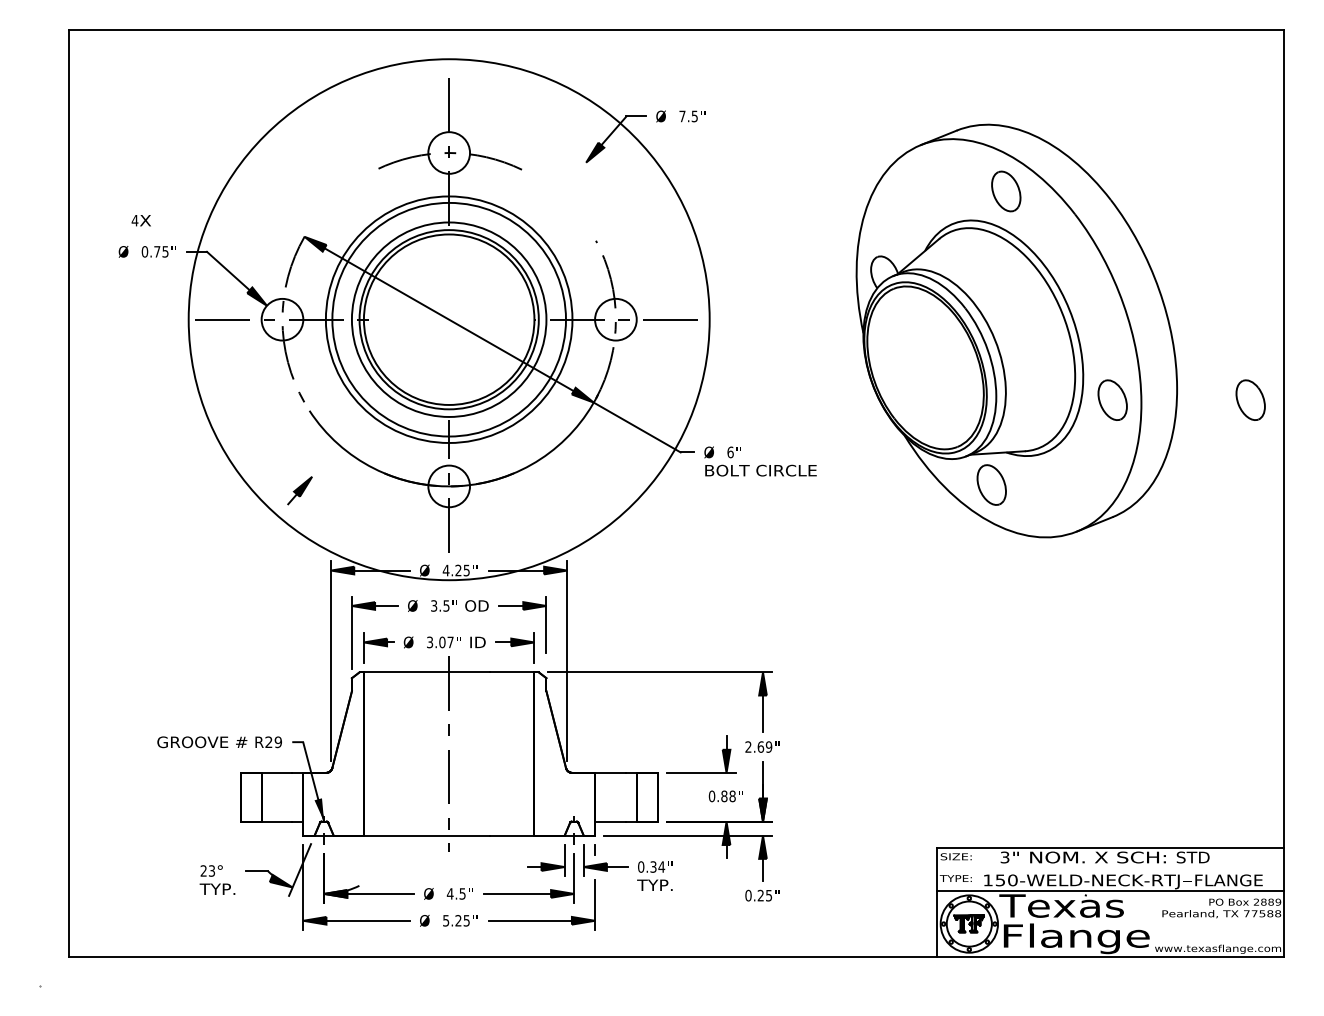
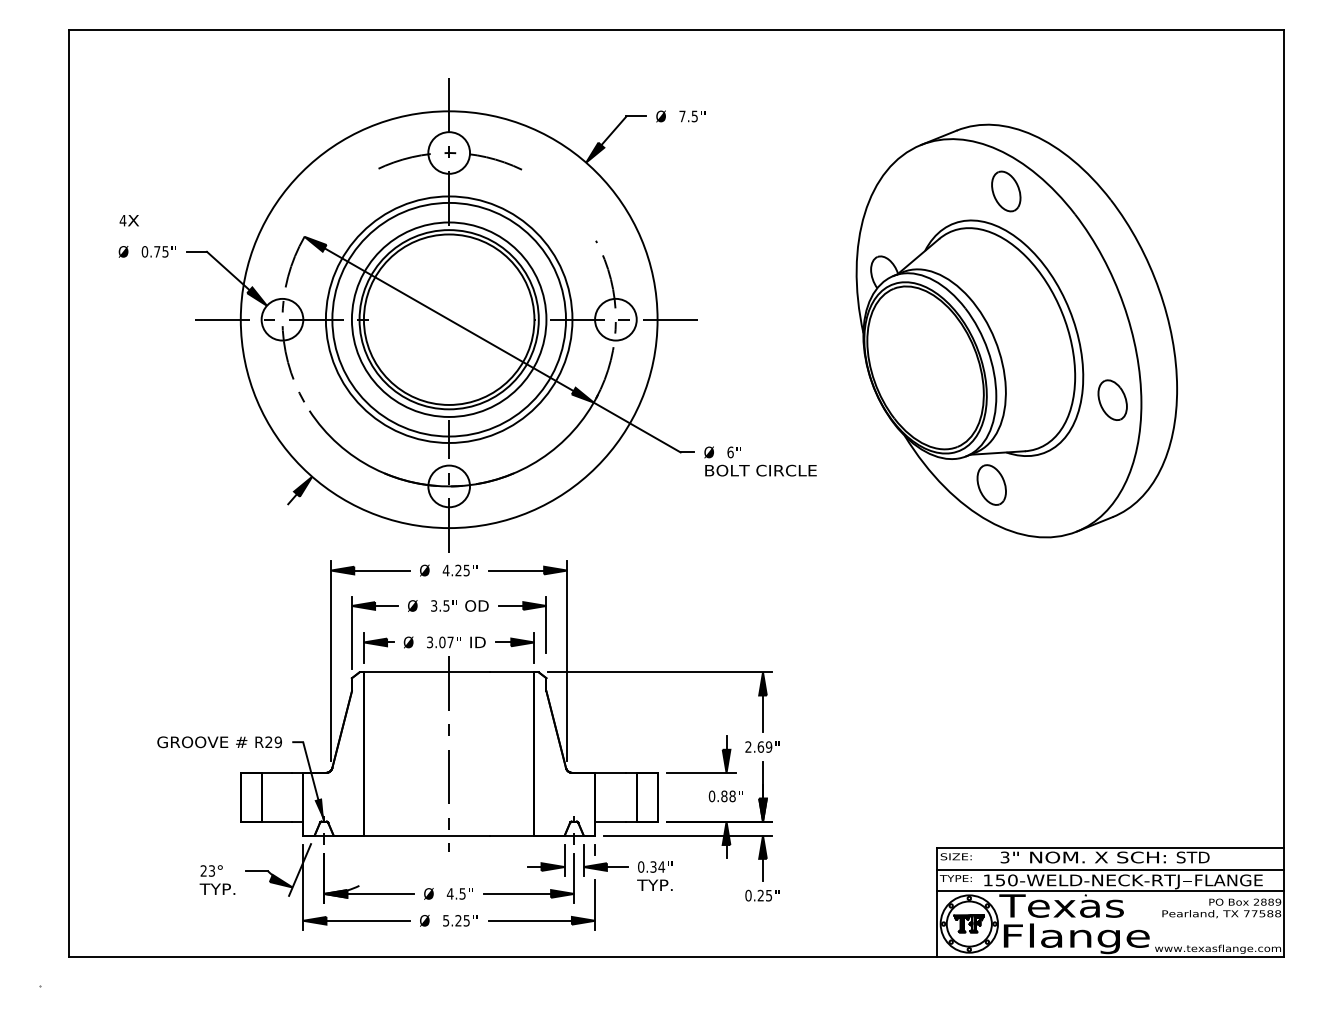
text at (140, 220) position: (140, 220) -> (128, 220)
circle at (448, 319) diameter: 521 px -> 417 px
part at (1250, 399): present -> none
line at (1110, 869): none -> present
